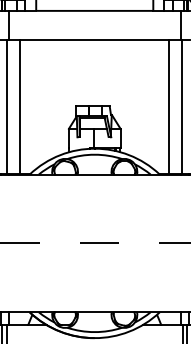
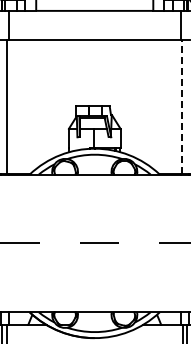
line at (20, 106): present -> none
line at (169, 106): present -> none
line at (182, 106): solid -> dashed
